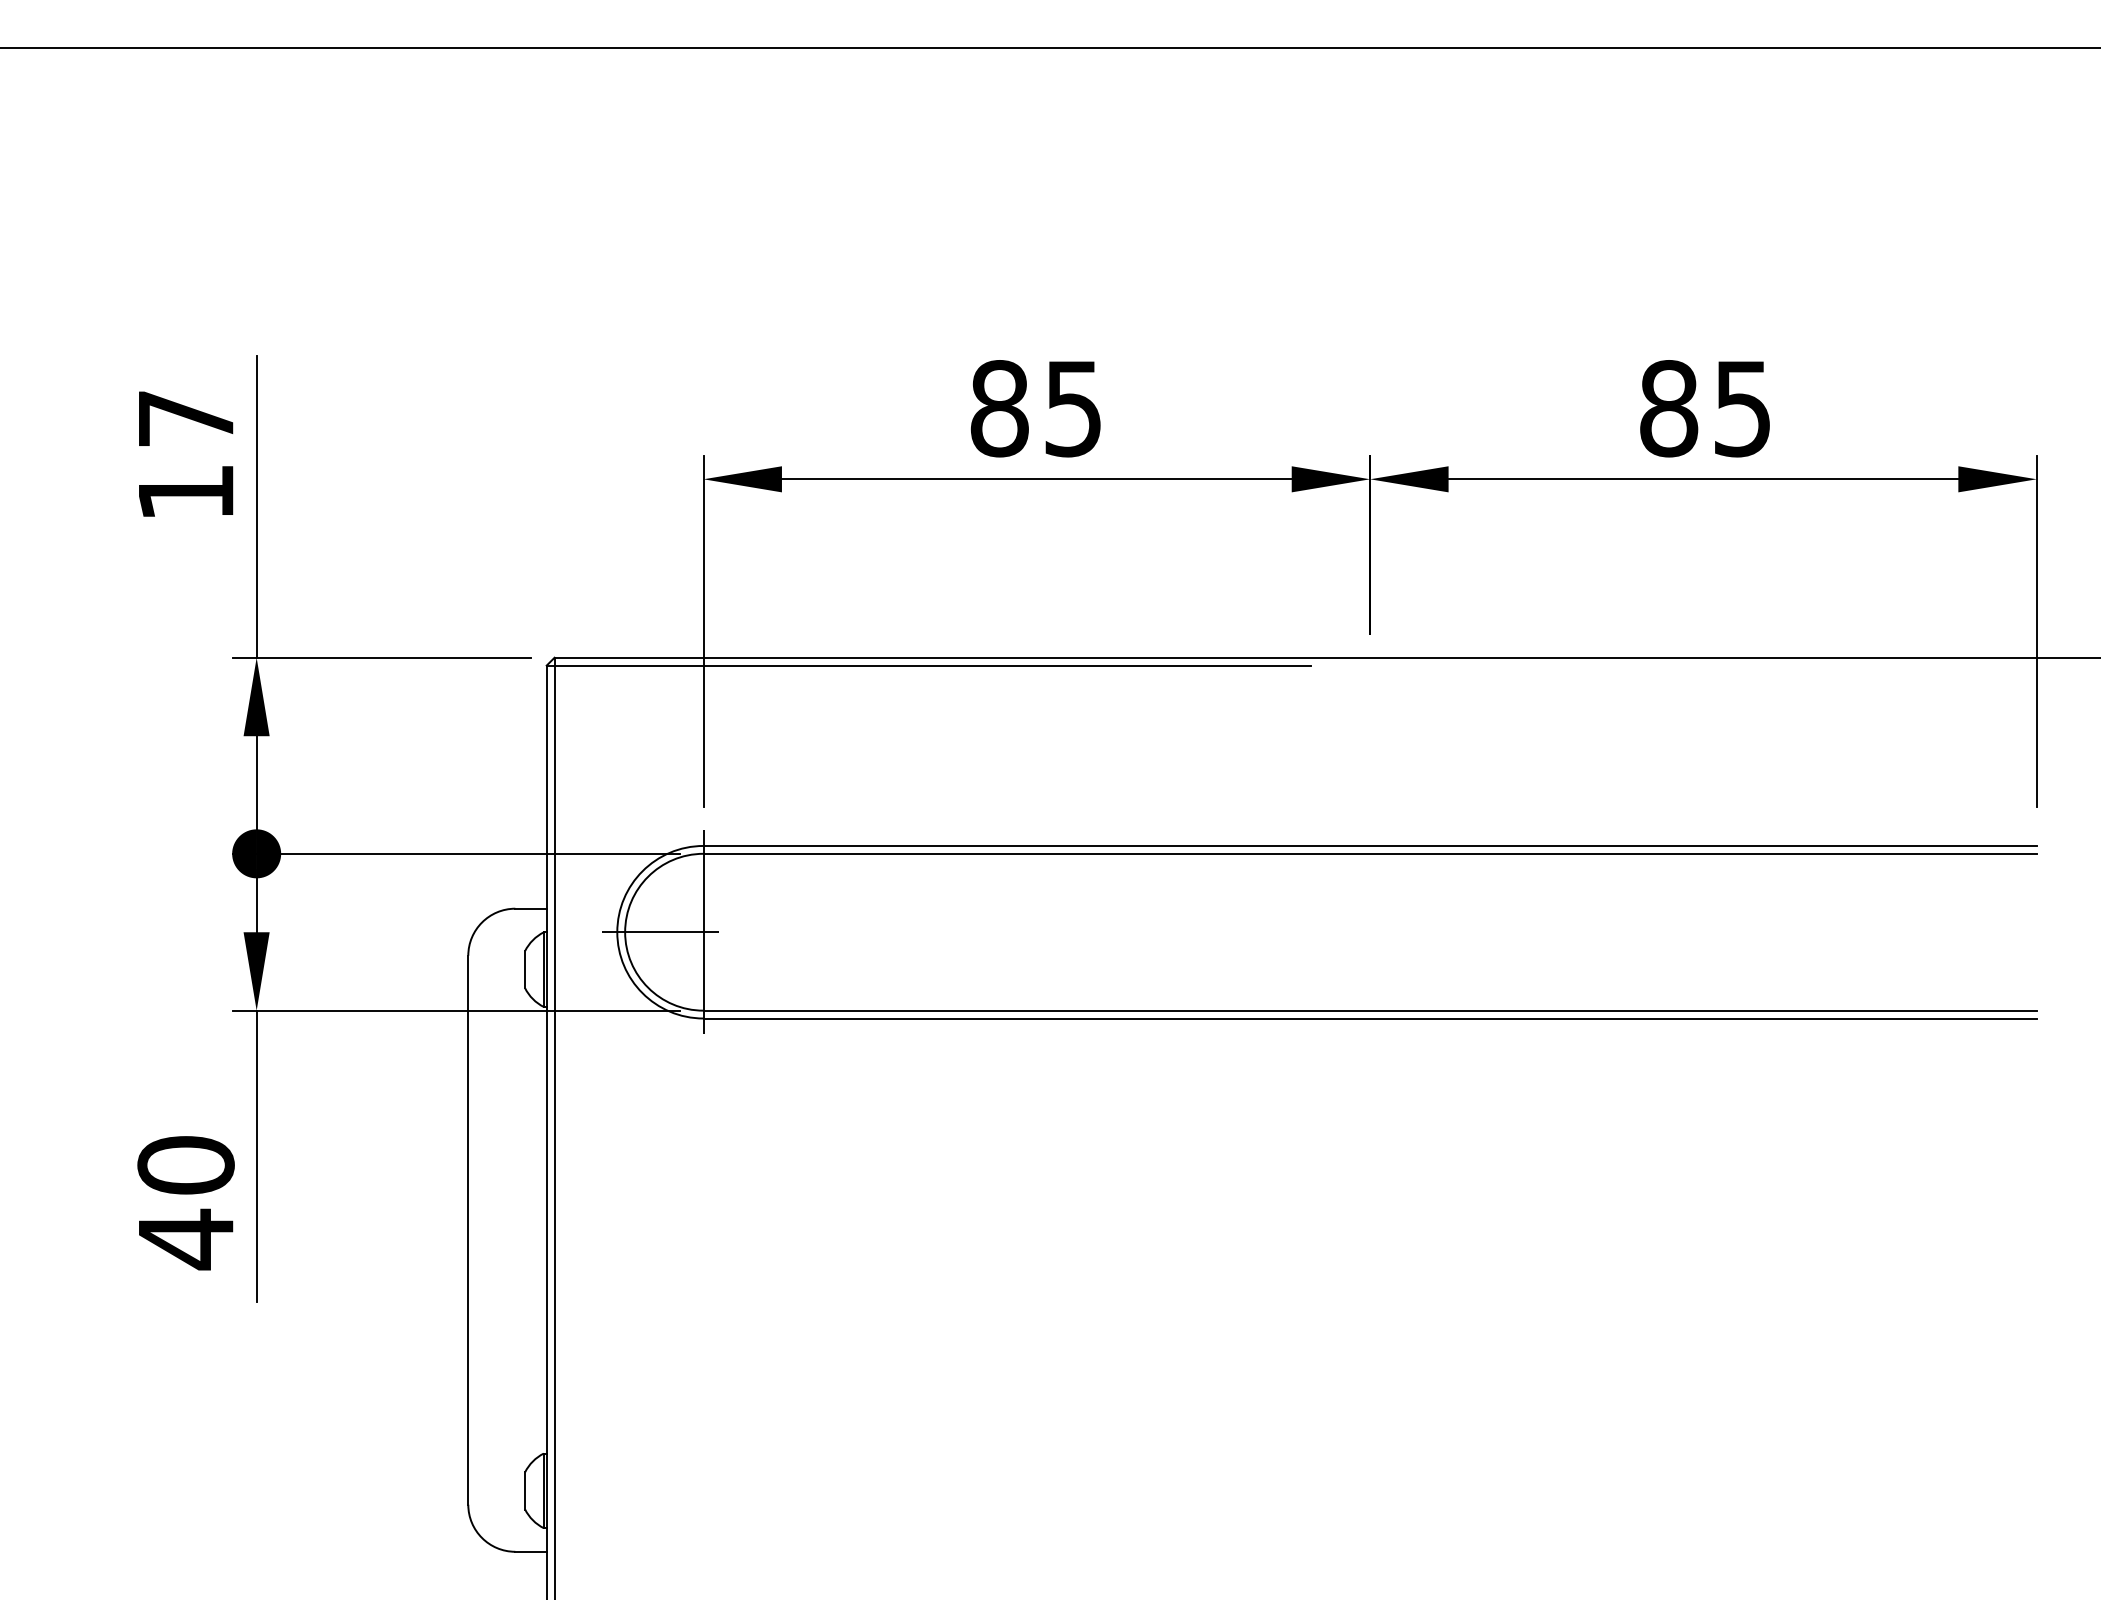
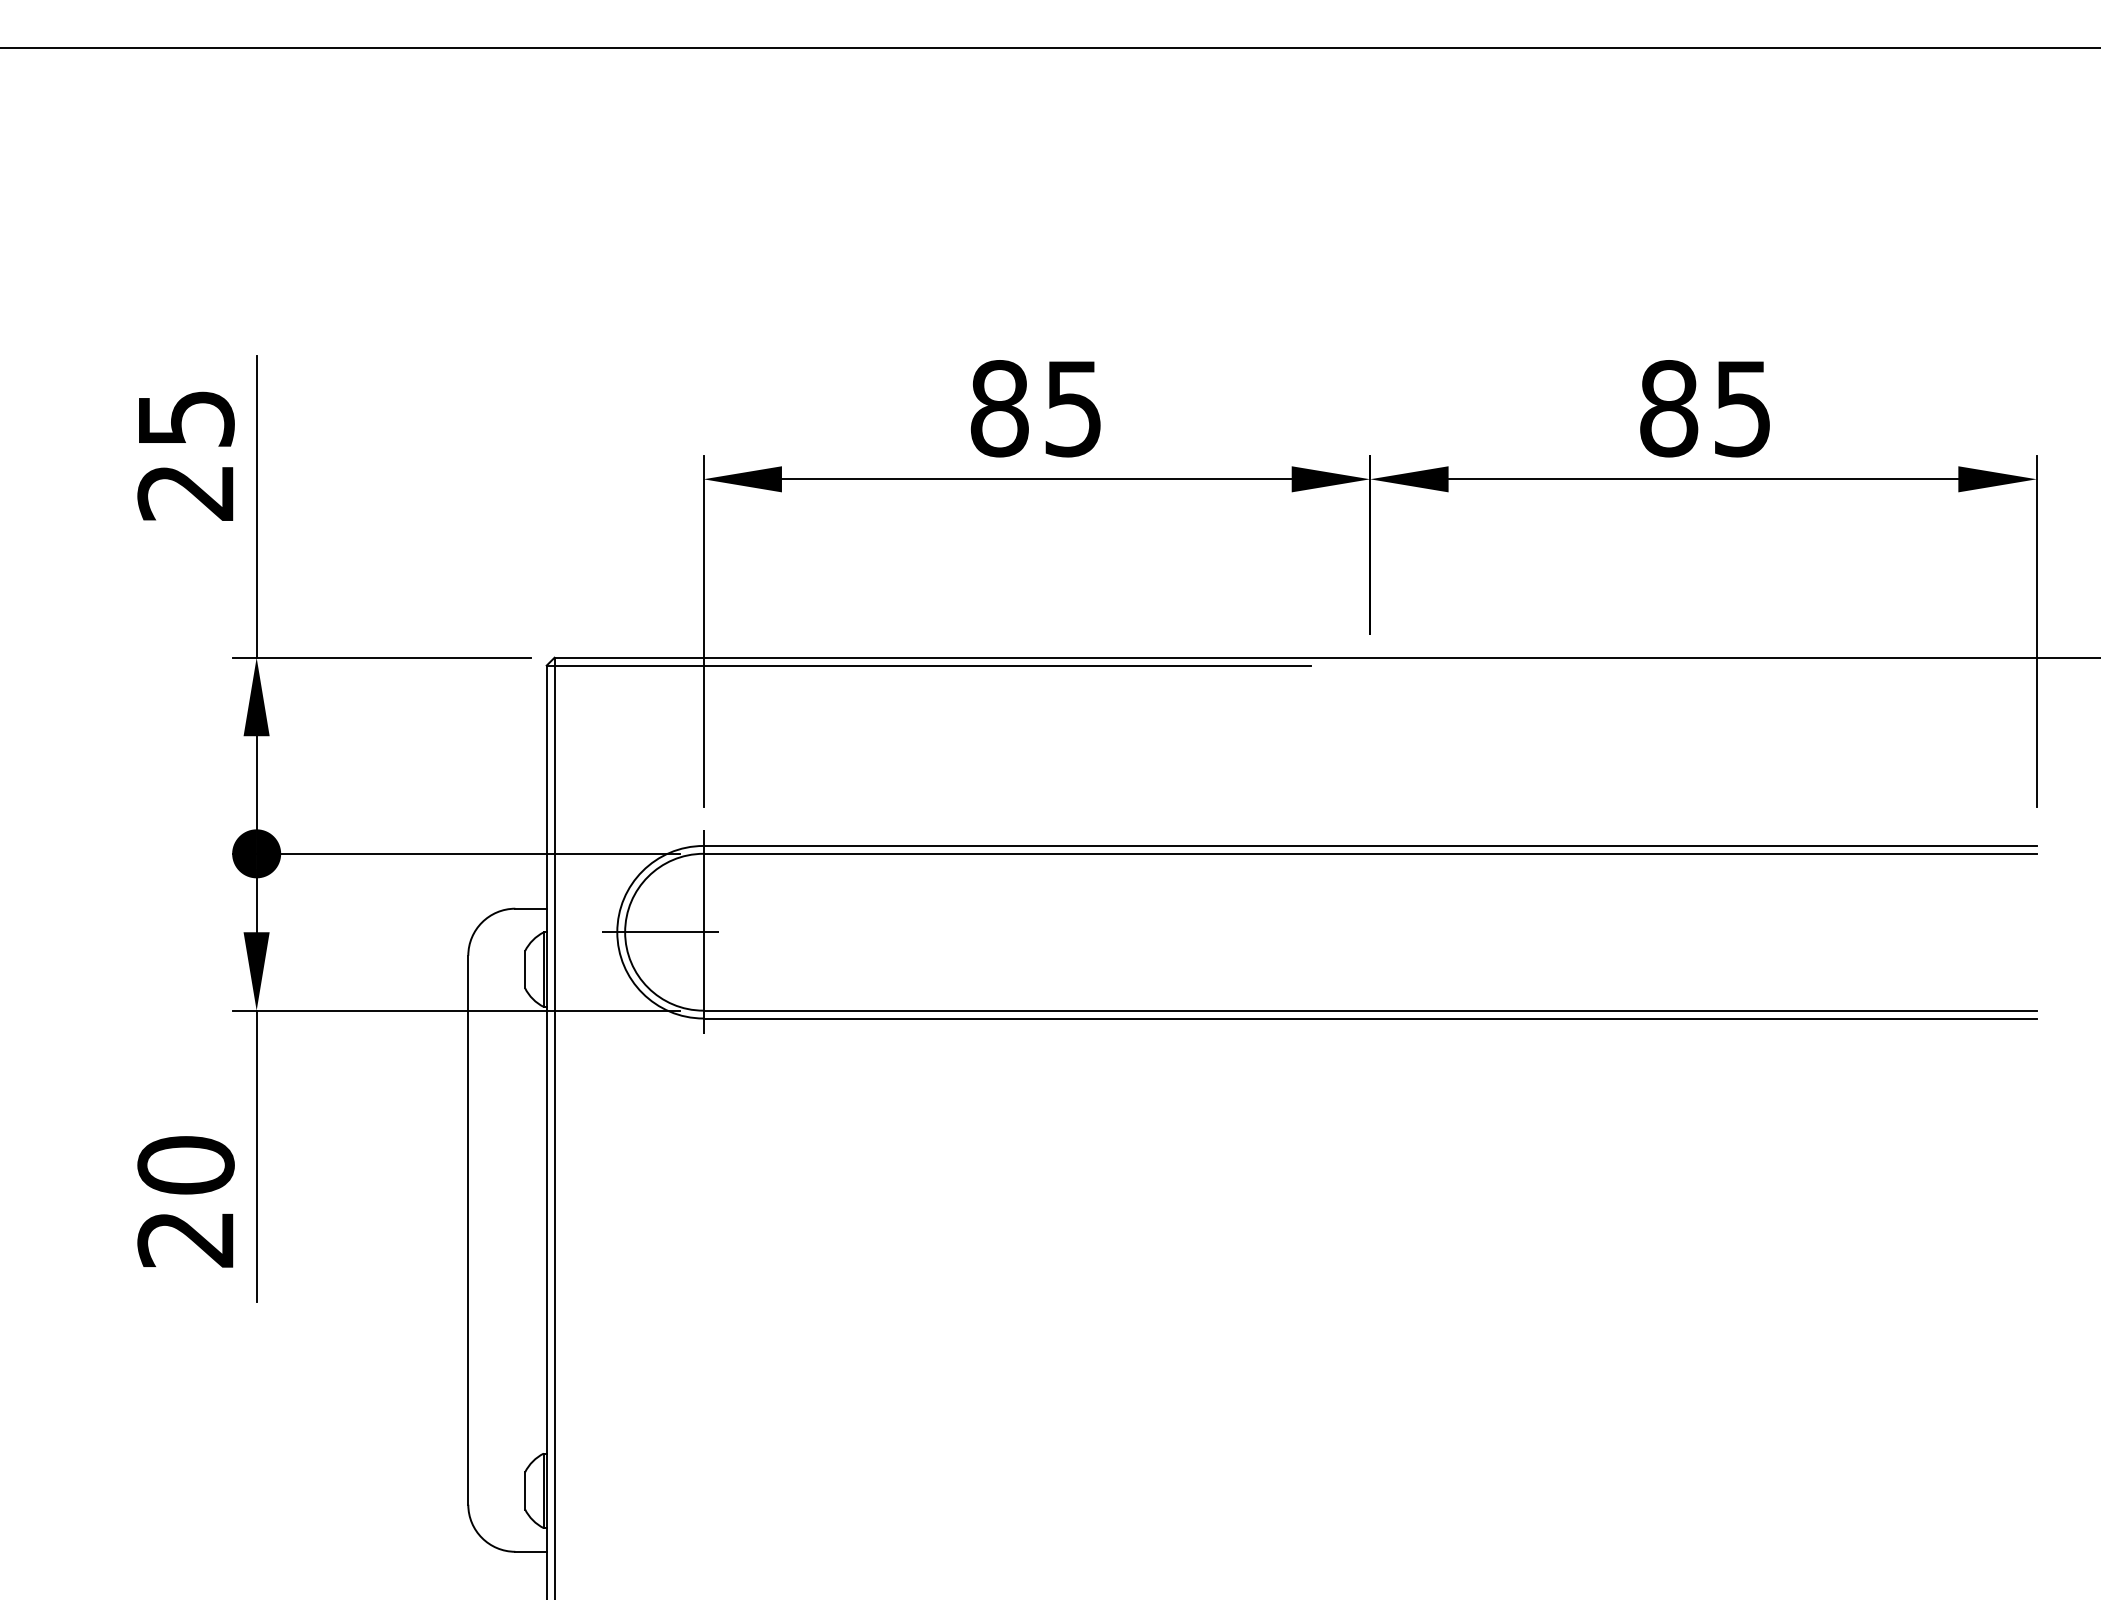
text at (185, 455): 17 -> 25
text at (185, 1239): 40 -> 20
